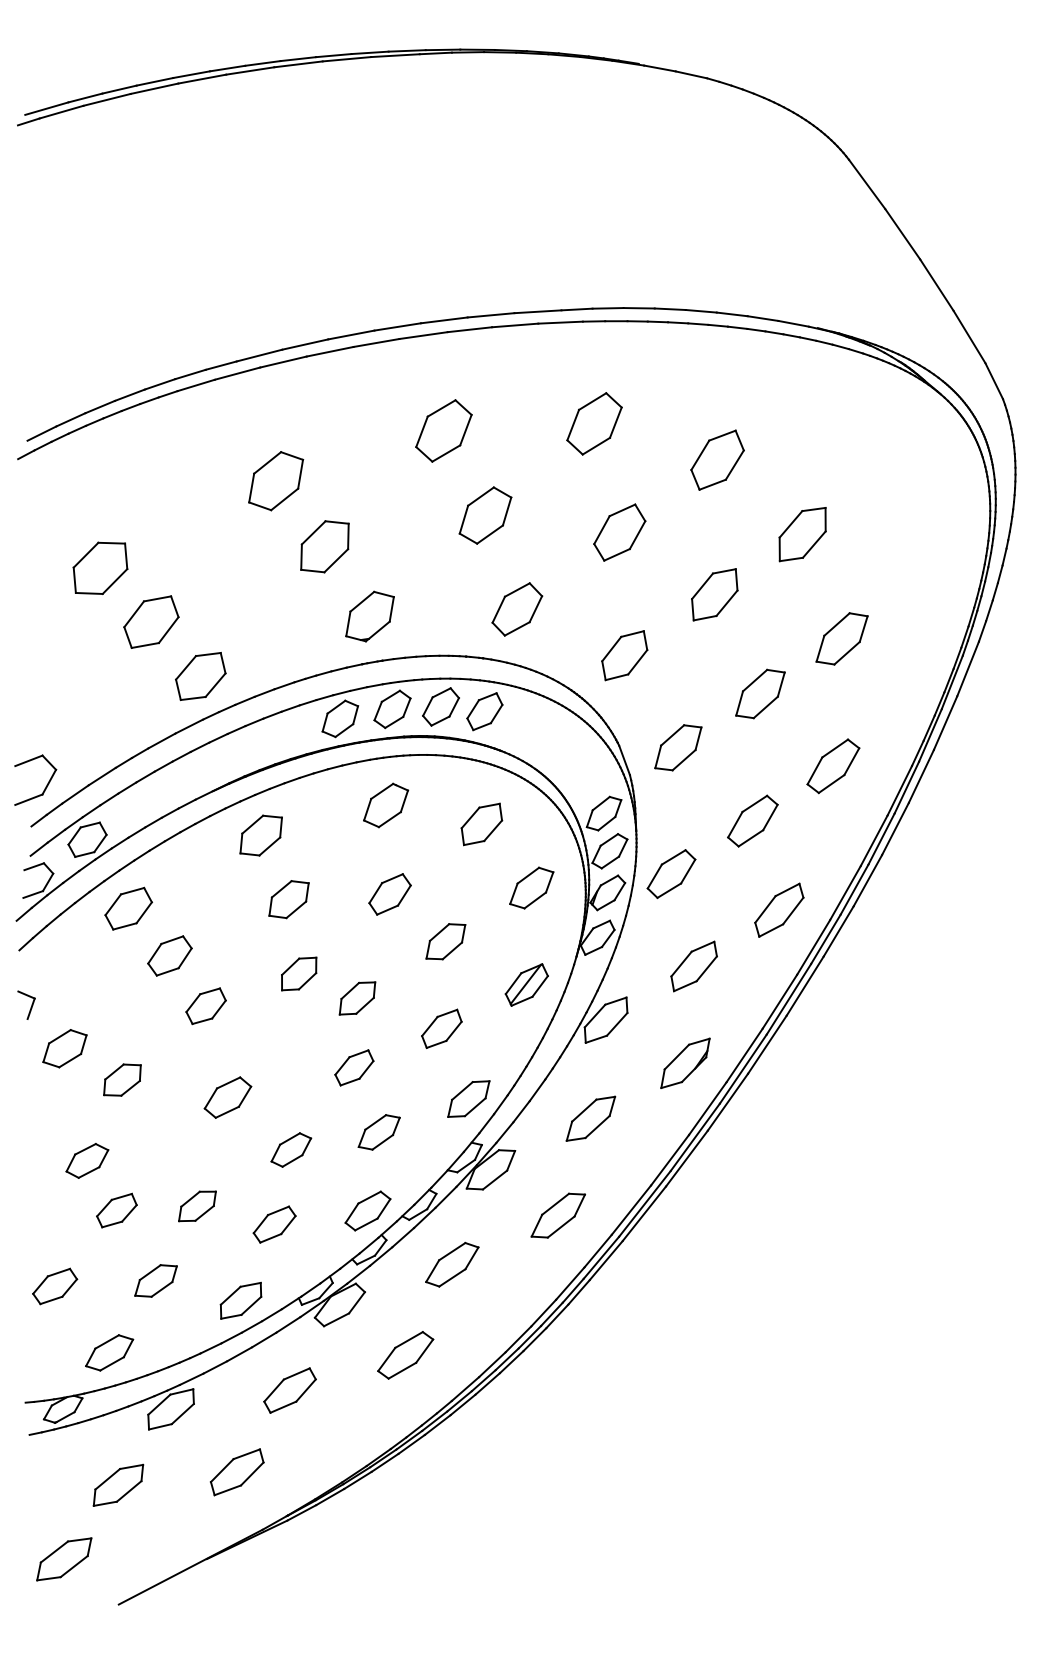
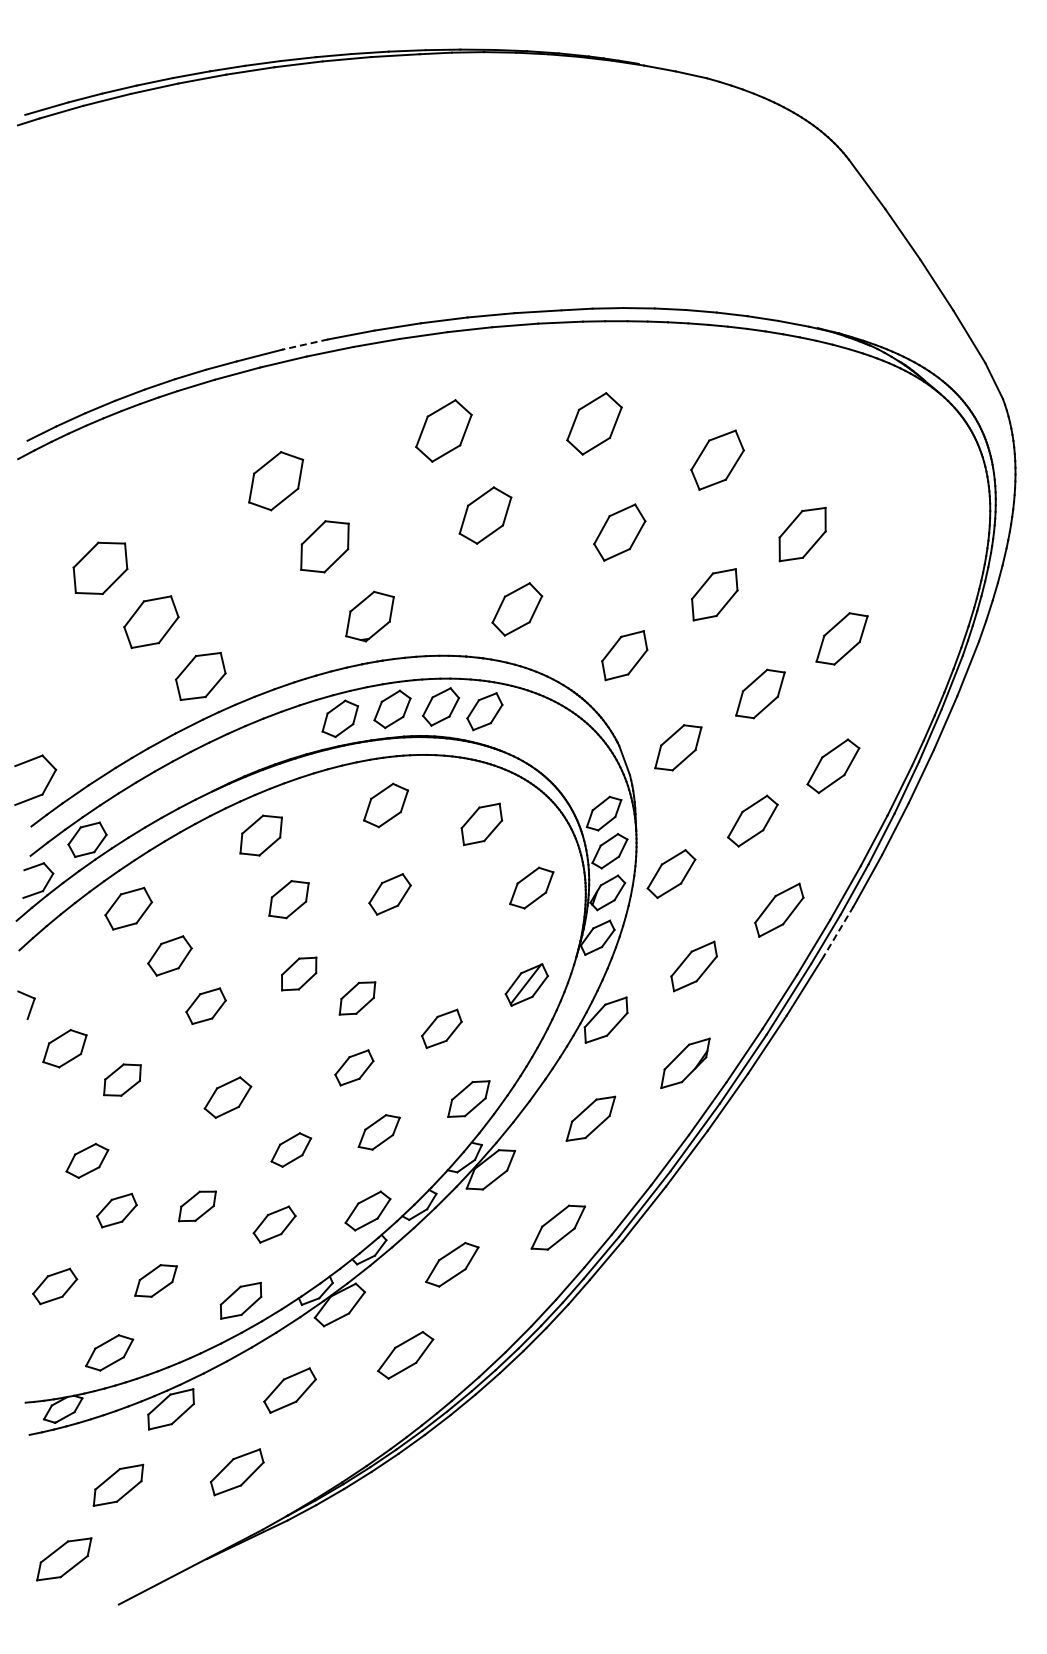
line at (305, 344): solid -> dashed
line at (838, 931): solid -> dashed
part at (445, 941): present -> none
part at (557, 1215) position: (557, 1215) -> (557, 1227)
